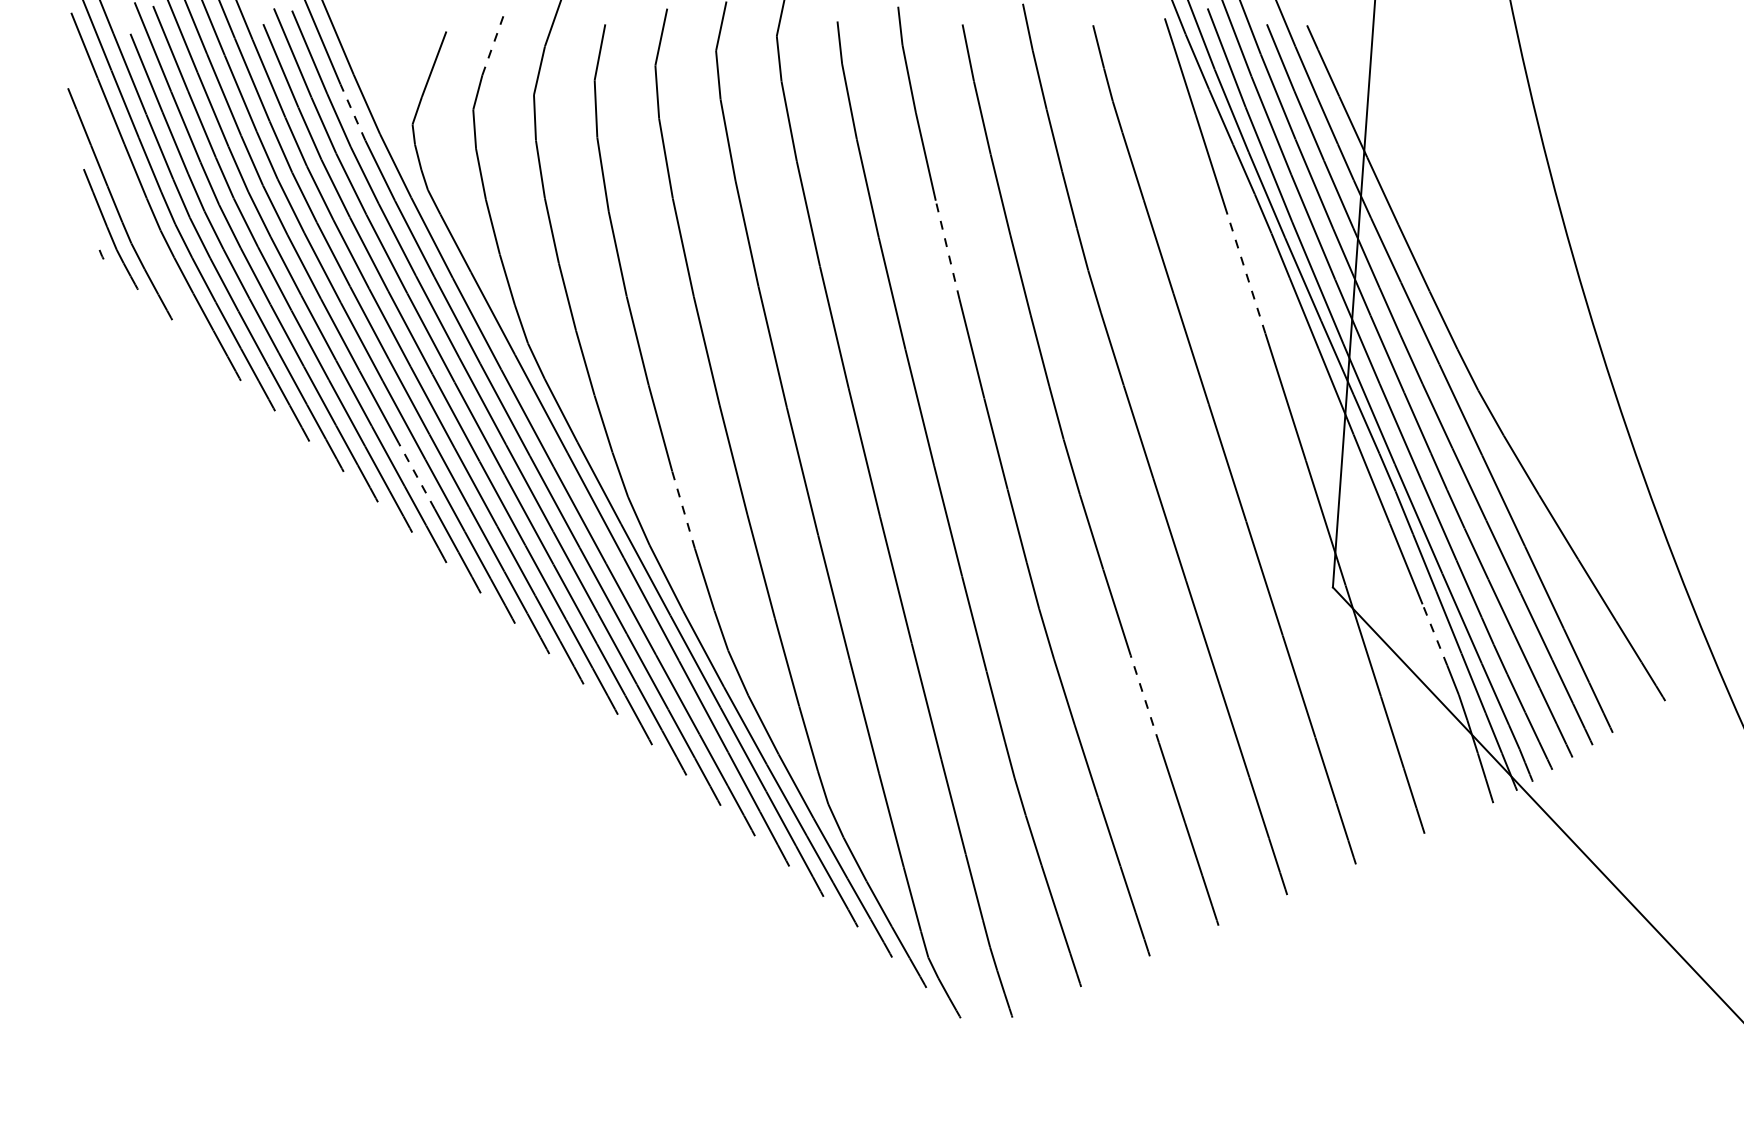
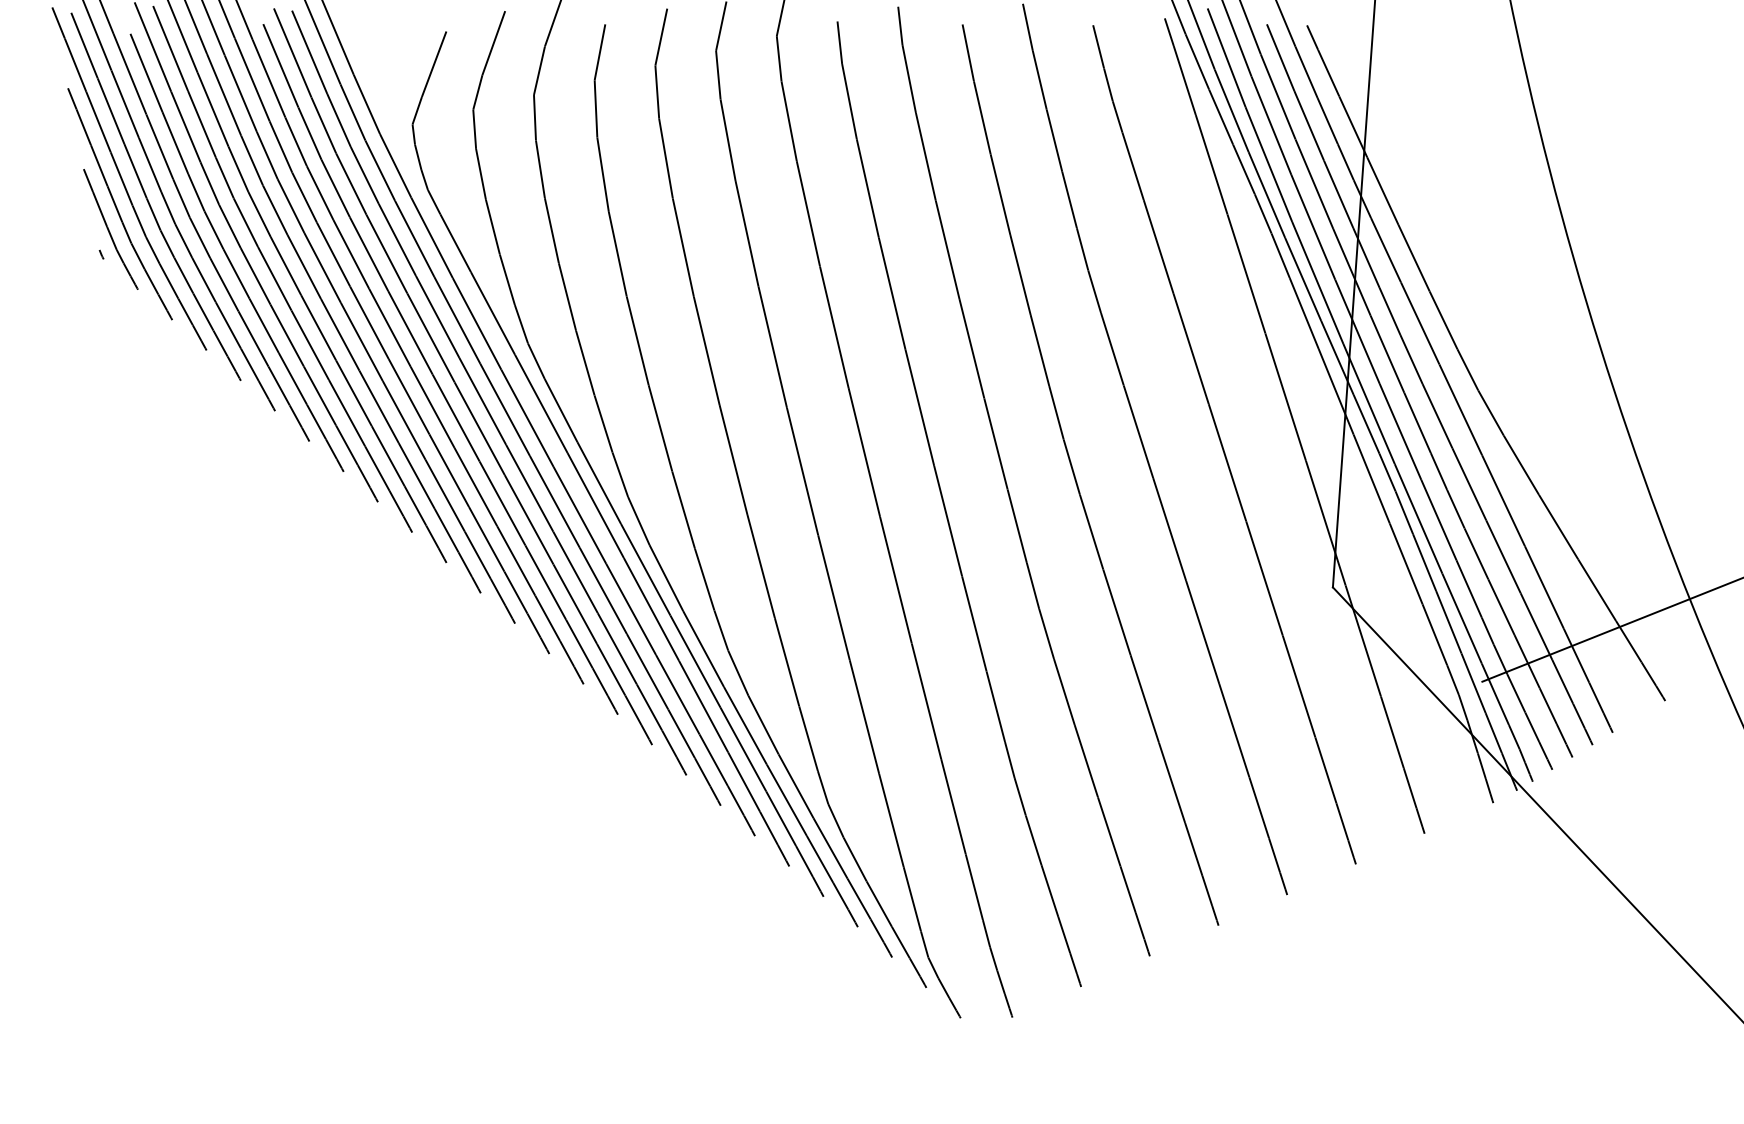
line at (493, 42): dashed -> solid
line at (352, 112): dashed -> solid
part at (123, 180): none -> present
line at (947, 249): dashed -> solid
line at (1246, 273): dashed -> solid
line at (416, 475): dashed -> solid
line at (683, 509): dashed -> solid
line at (1611, 630): none -> present
line at (1434, 634): dashed -> solid
line at (1144, 698): dashed -> solid
